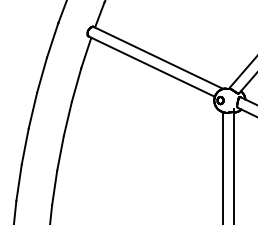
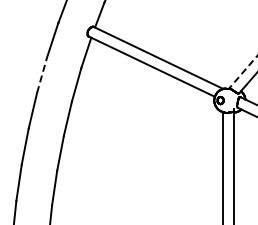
line at (243, 71): solid -> dashed
line at (42, 74): solid -> dashed
